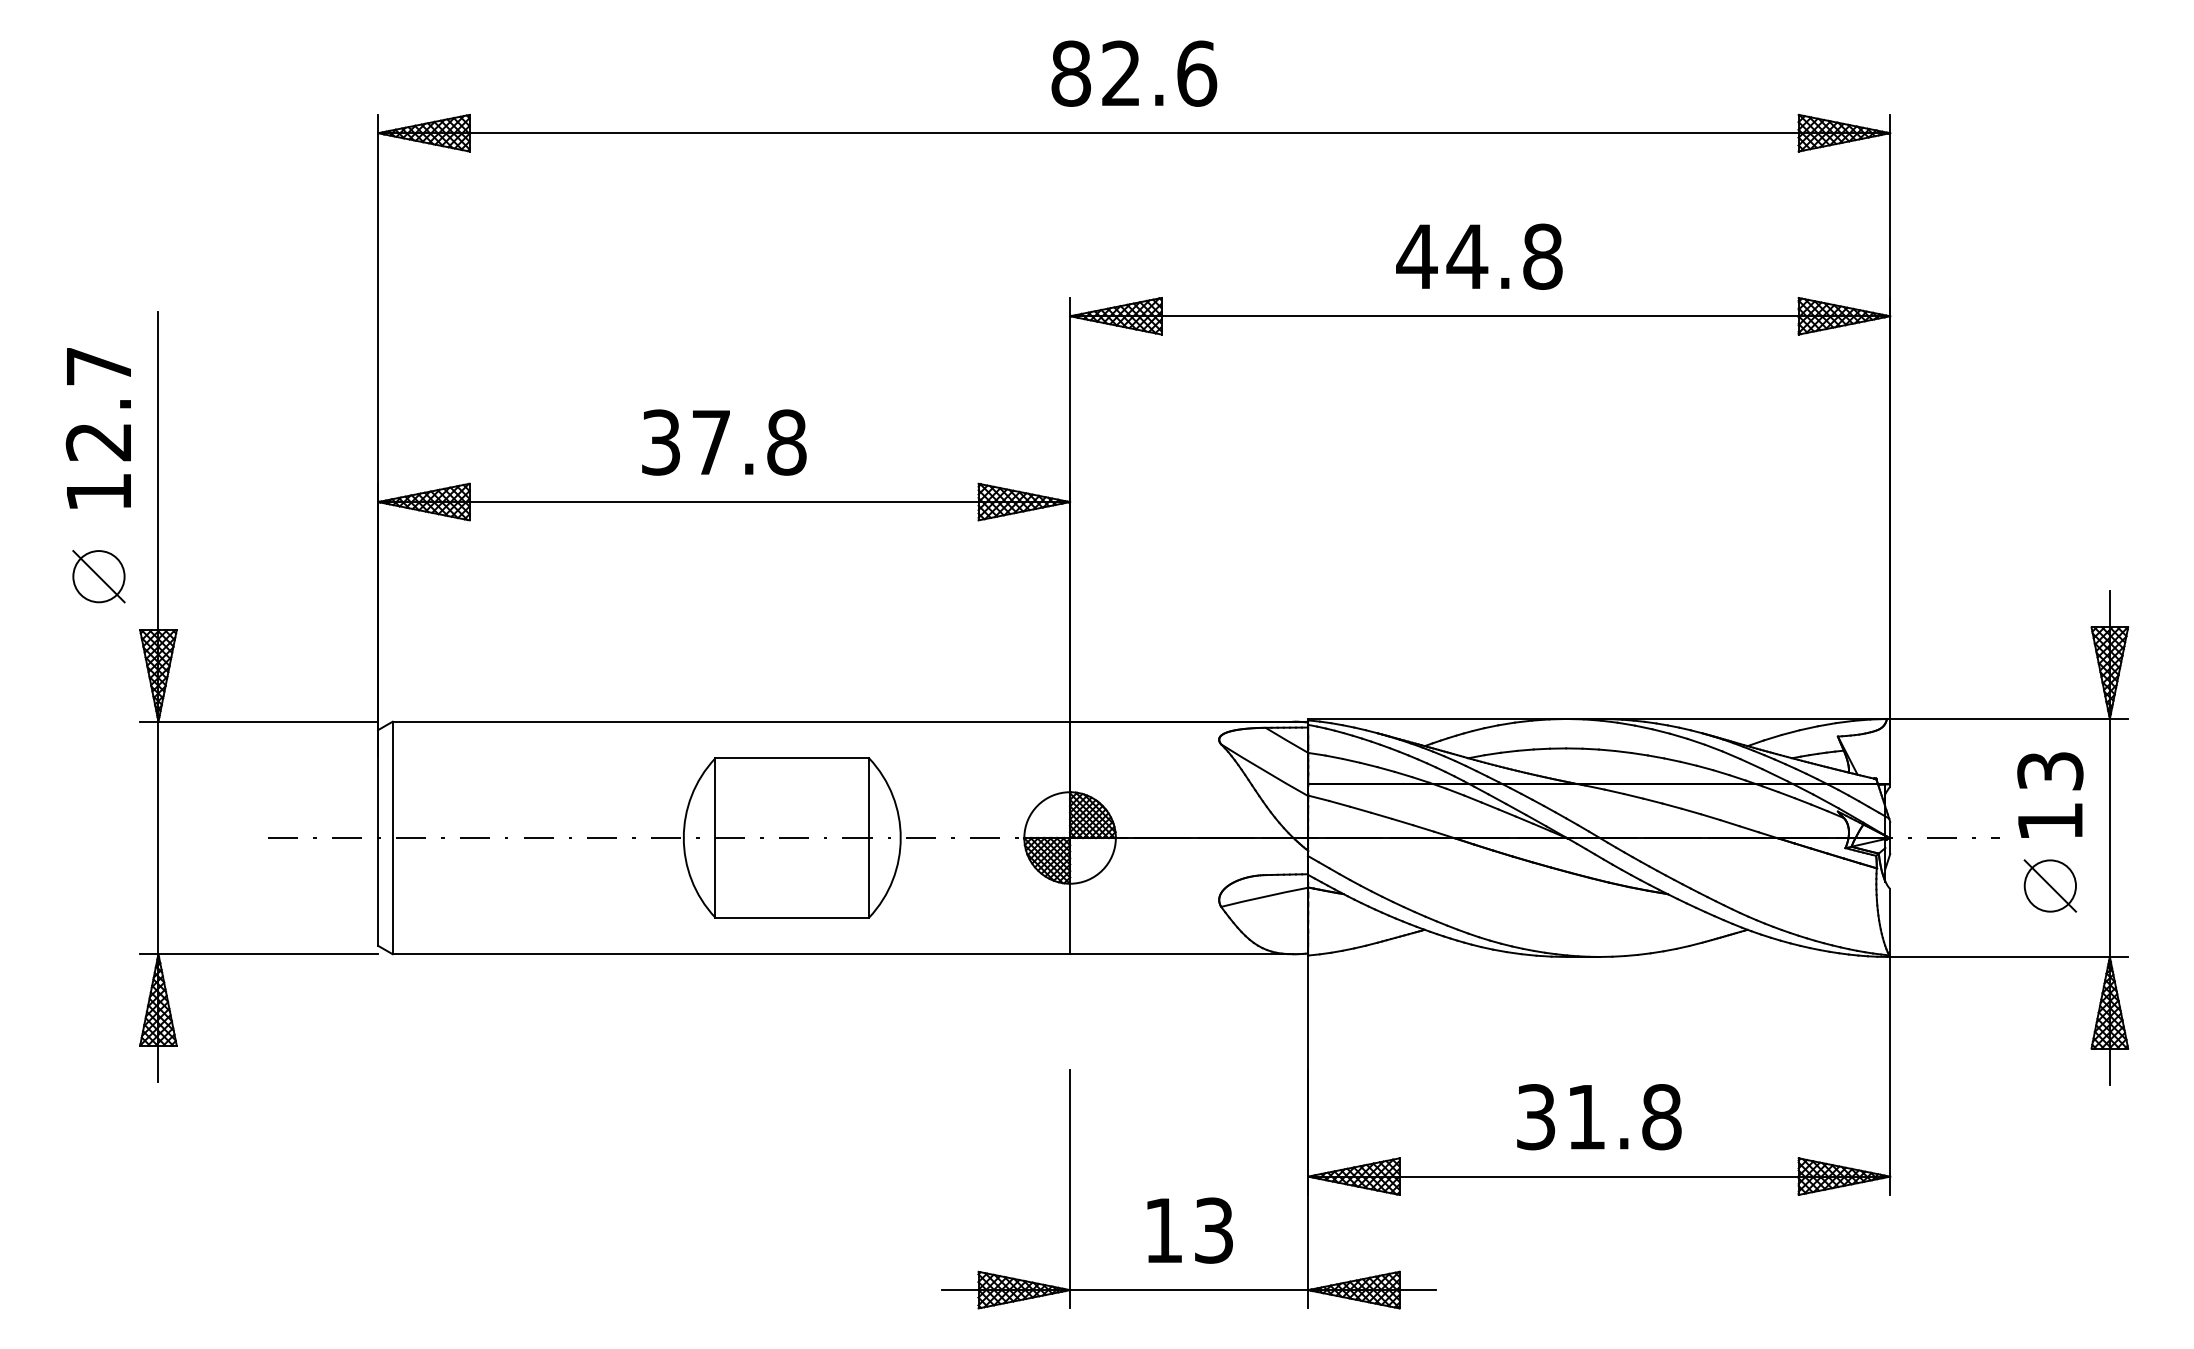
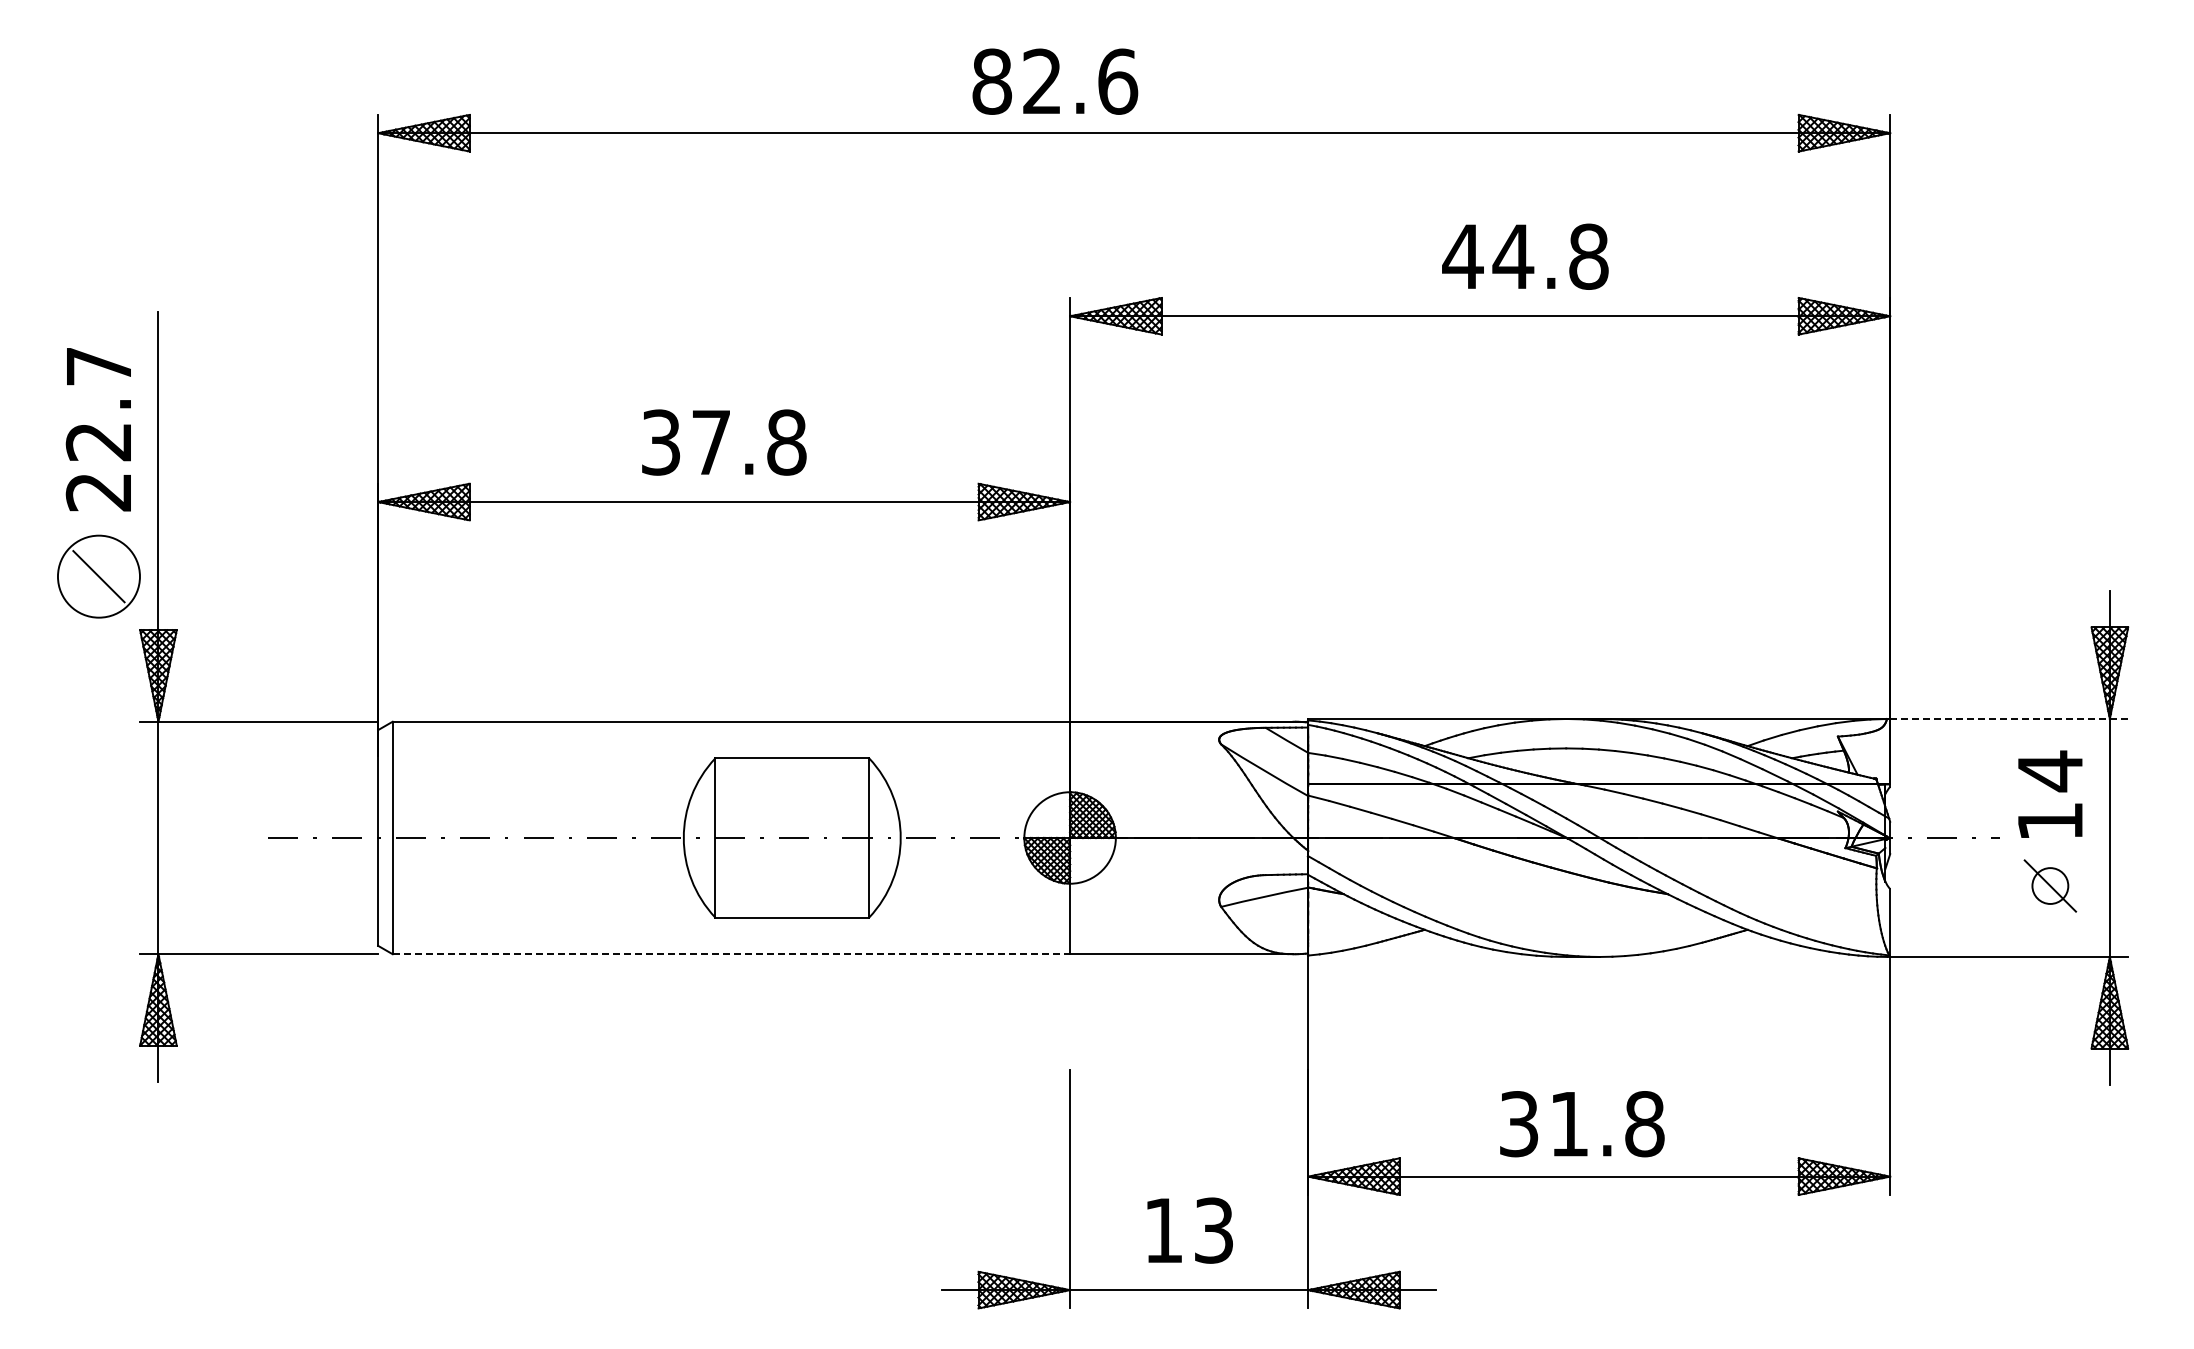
text at (1134, 73) position: (1134, 73) -> (1055, 81)
text at (1479, 256) position: (1479, 256) -> (1525, 256)
text at (97, 492): 12.7 -> 22.7
circle at (98, 576) diameter: 51 px -> 82 px
line at (2009, 719): solid -> dashed
text at (2050, 771): 13 -> 14
circle at (2050, 885) diameter: 51 px -> 36 px
line at (731, 954): solid -> dashed
text at (1599, 1117) position: (1599, 1117) -> (1582, 1124)
